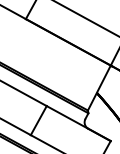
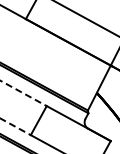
line at (24, 93): solid -> dashed
line at (15, 127): solid -> dashed
